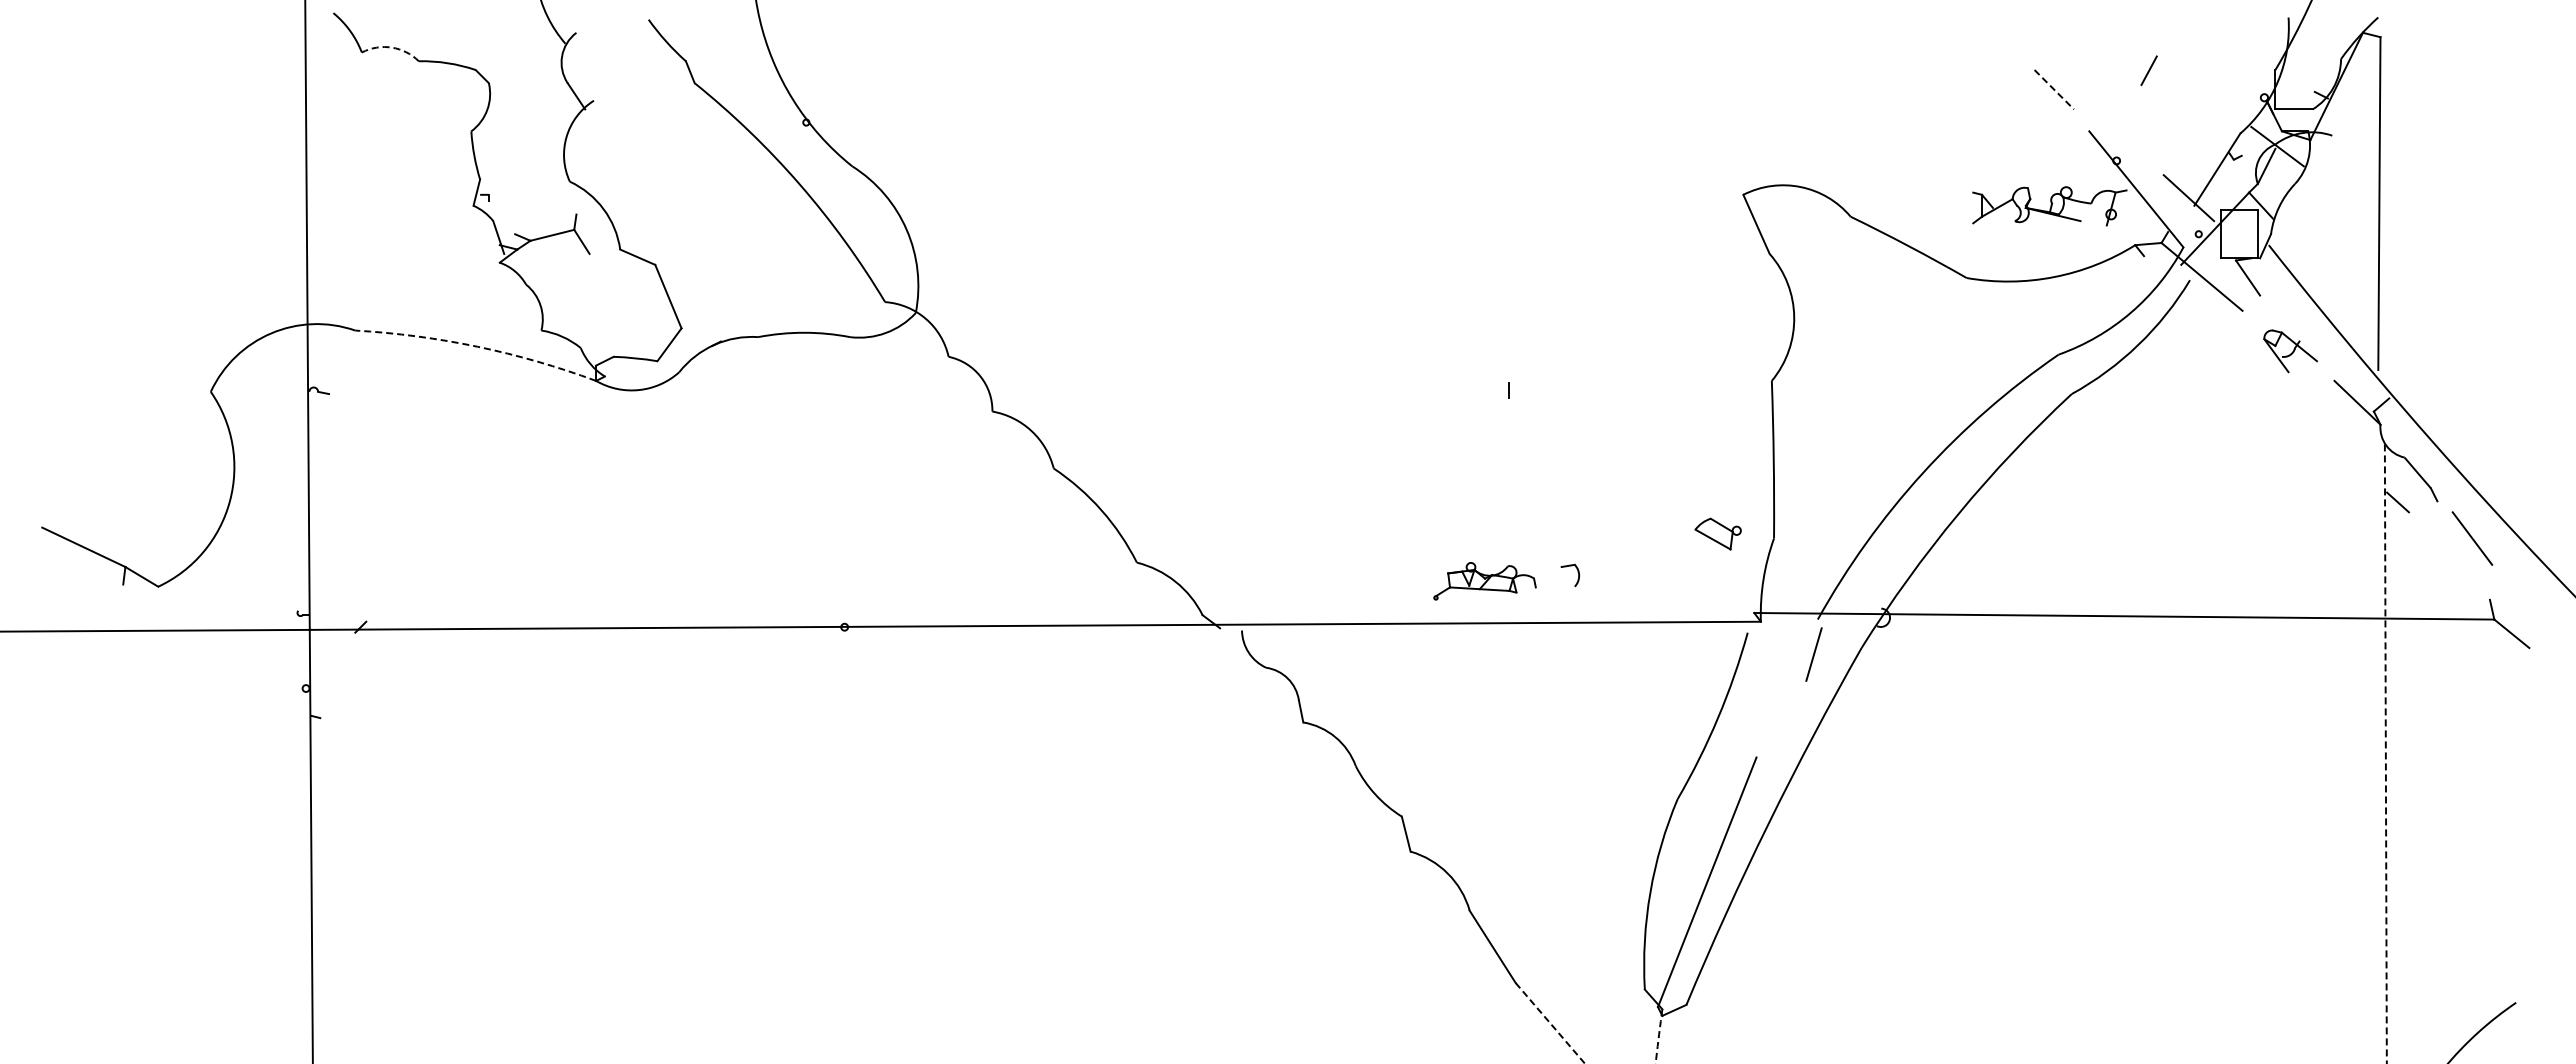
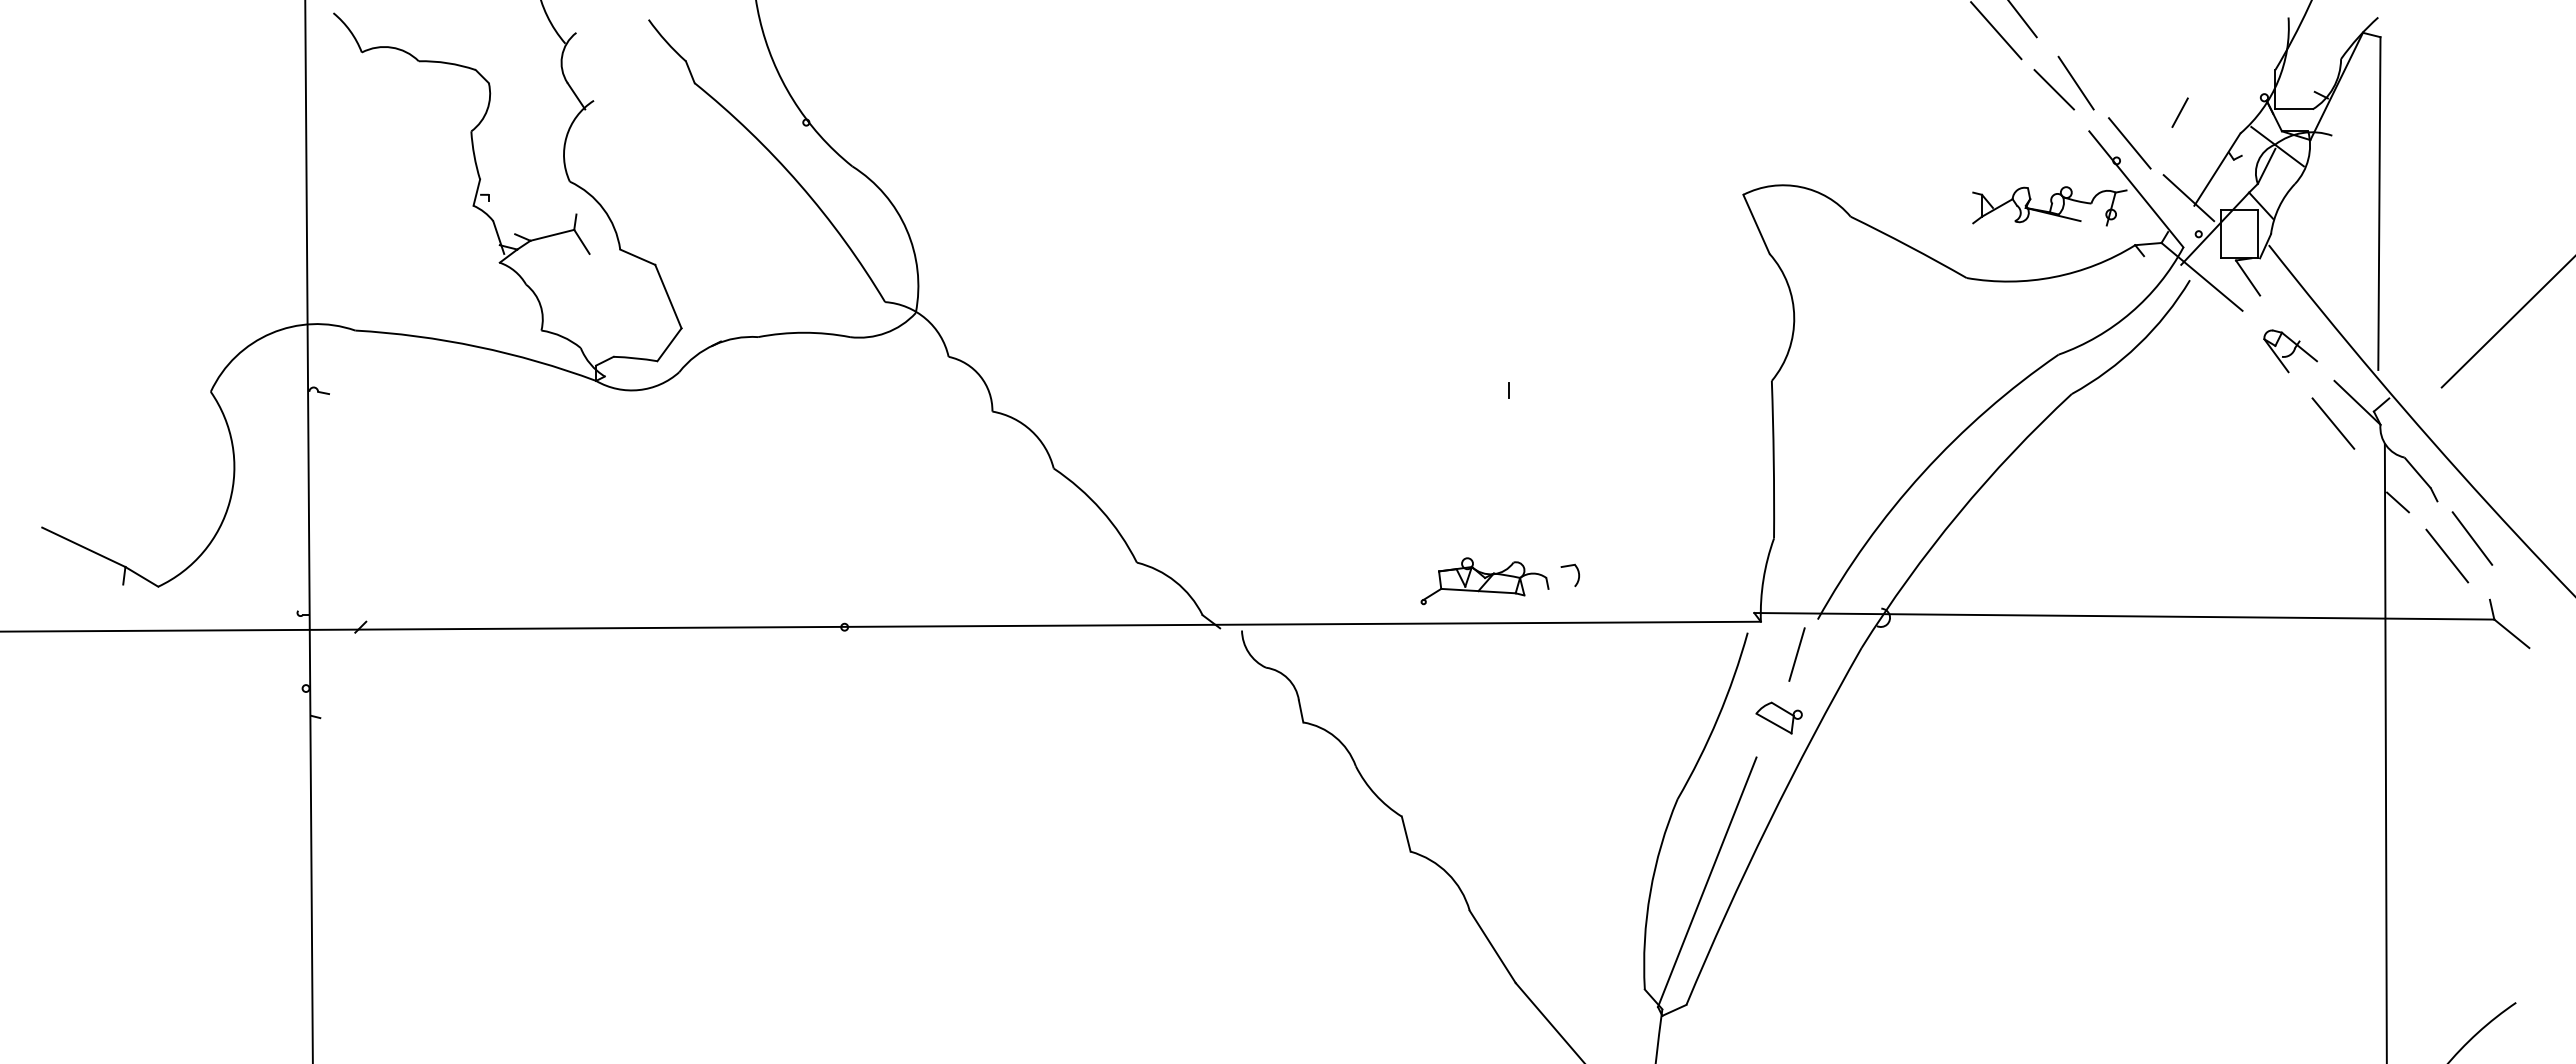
line at (2023, 19): none -> present
line at (1996, 30): none -> present
arc at (391, 47): dashed -> solid
line at (2148, 70) position: (2148, 70) -> (2179, 112)
line at (2075, 82): none -> present
line at (2054, 89): dashed -> solid
line at (2129, 143): none -> present
line at (2506, 322): none -> present
arc at (477, 346): dashed -> solid
line at (2333, 423): none -> present
part at (1717, 533) position: (1717, 533) -> (1778, 717)
line at (2447, 555): none -> present
part at (1484, 581) size: 104x39 px -> 130x49 px
line at (1813, 654) position: (1813, 654) -> (1796, 654)
line at (2385, 754): dashed -> solid
line at (1550, 1023): dashed -> solid
arc at (1658, 1037): dashed -> solid
